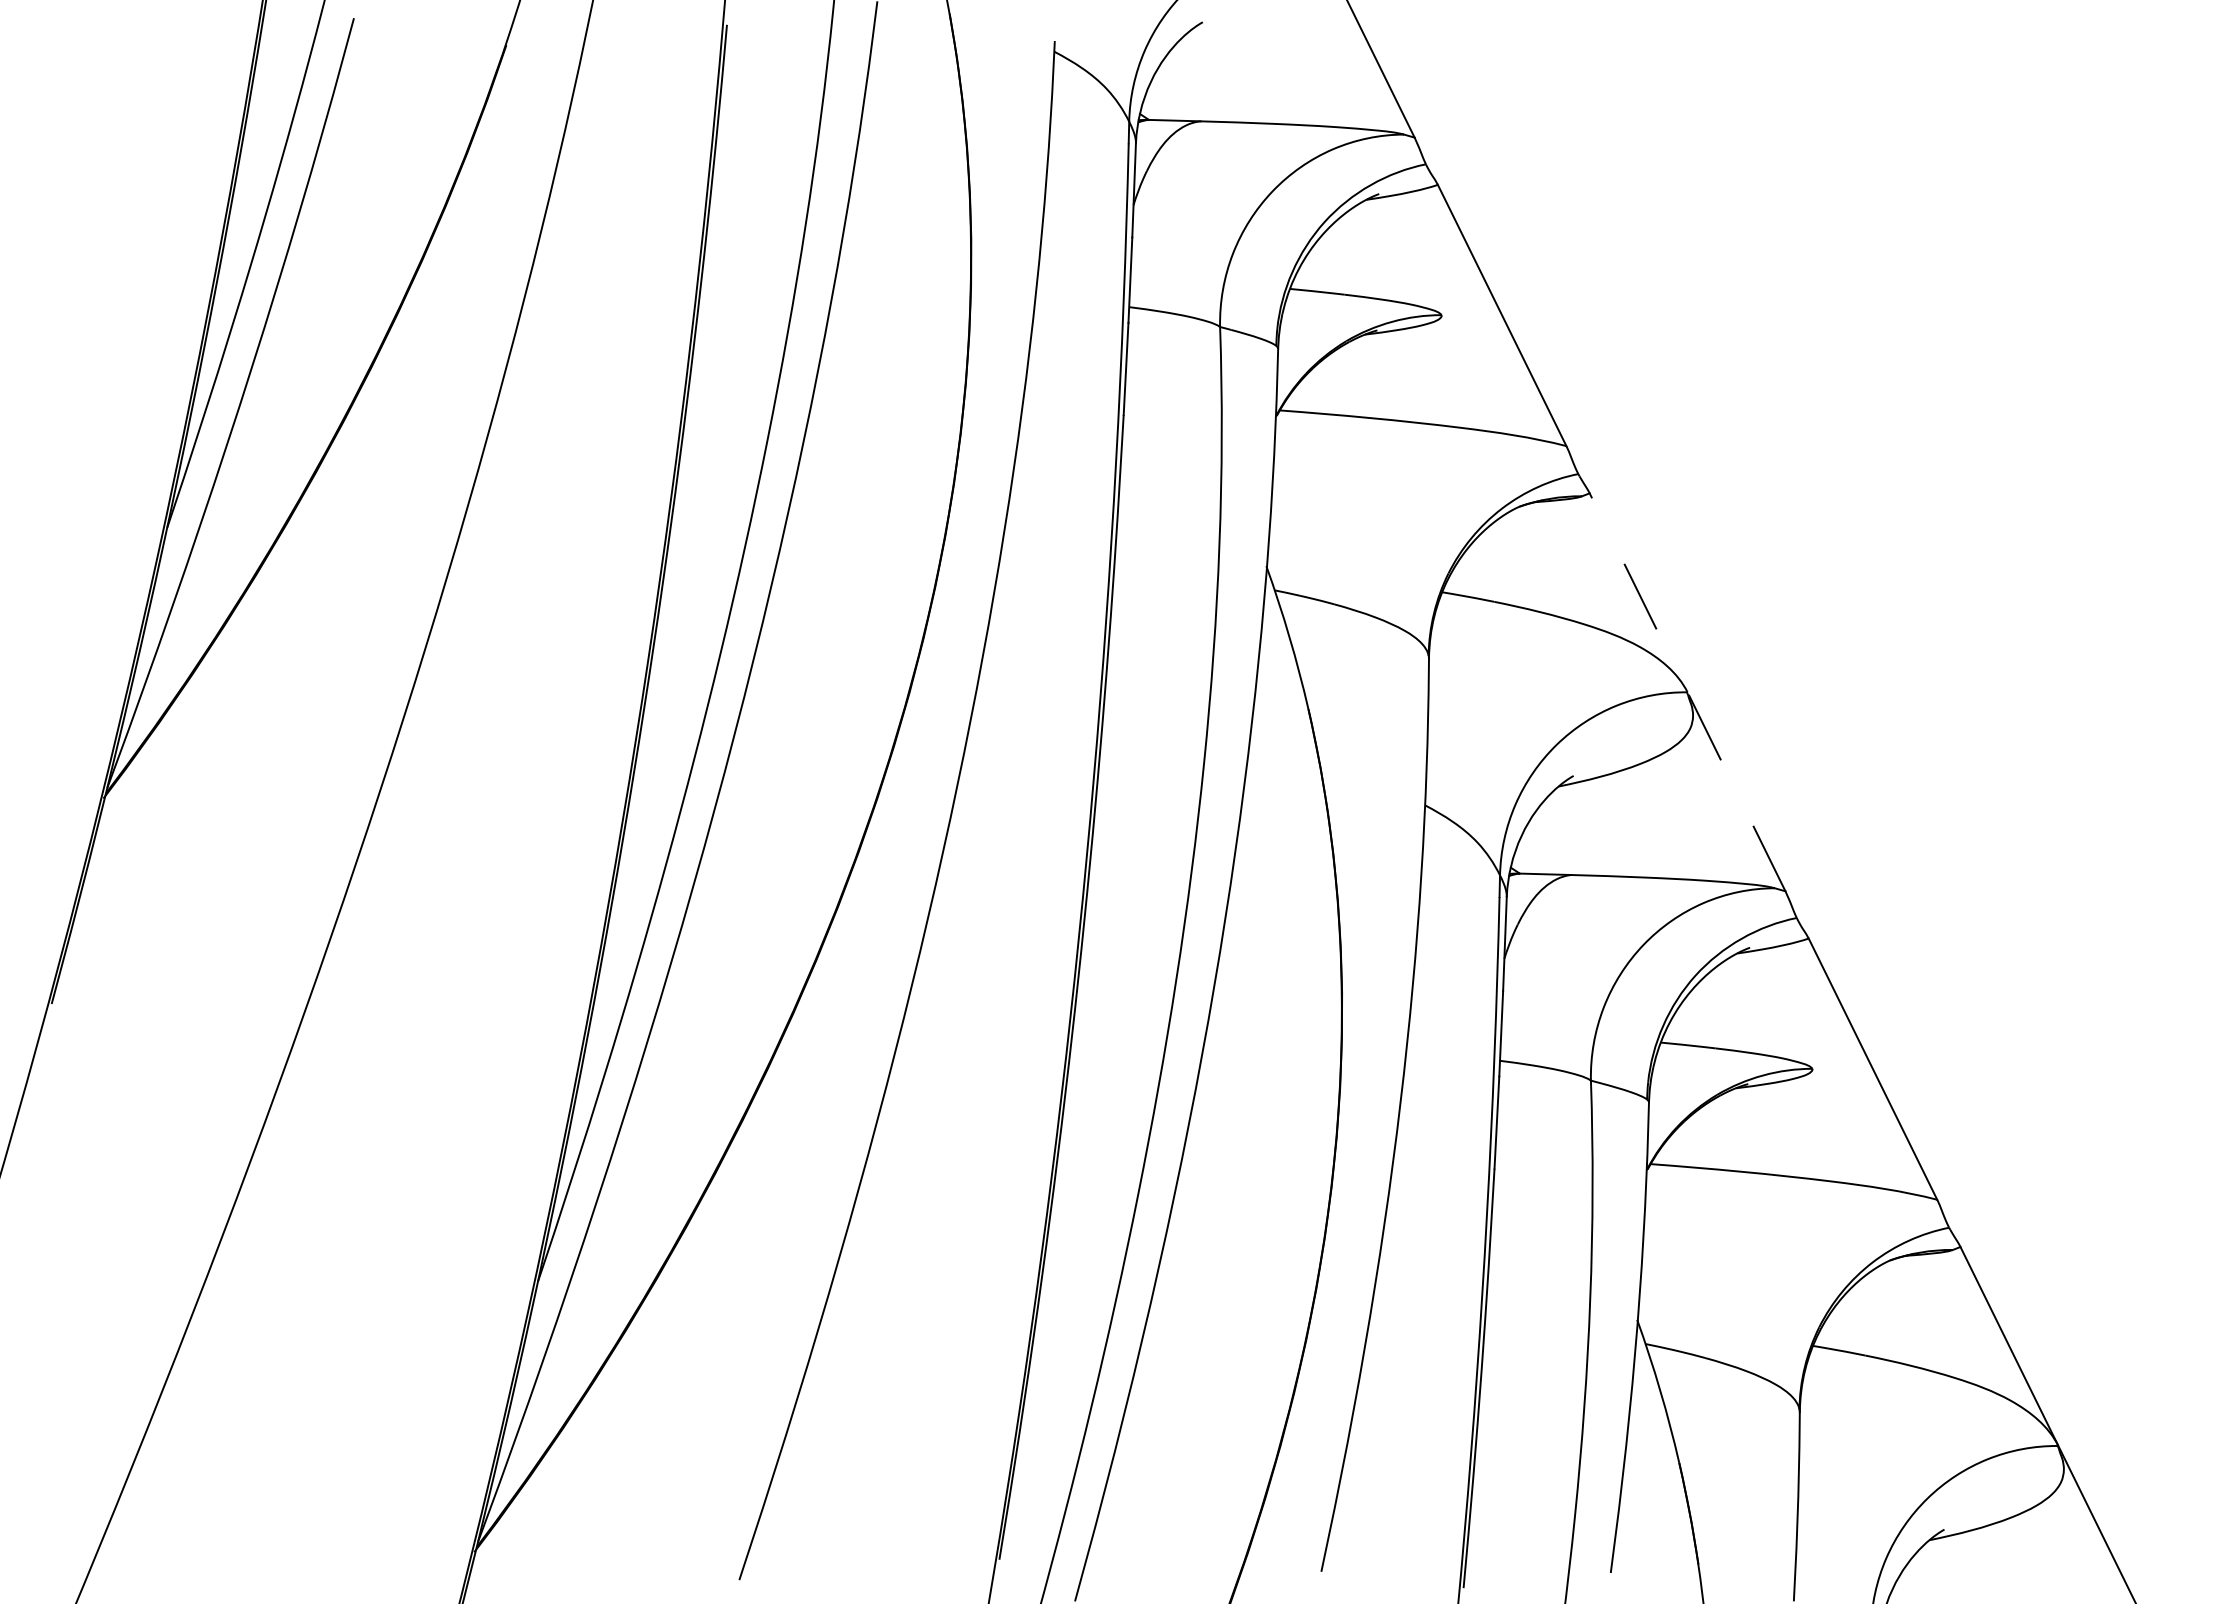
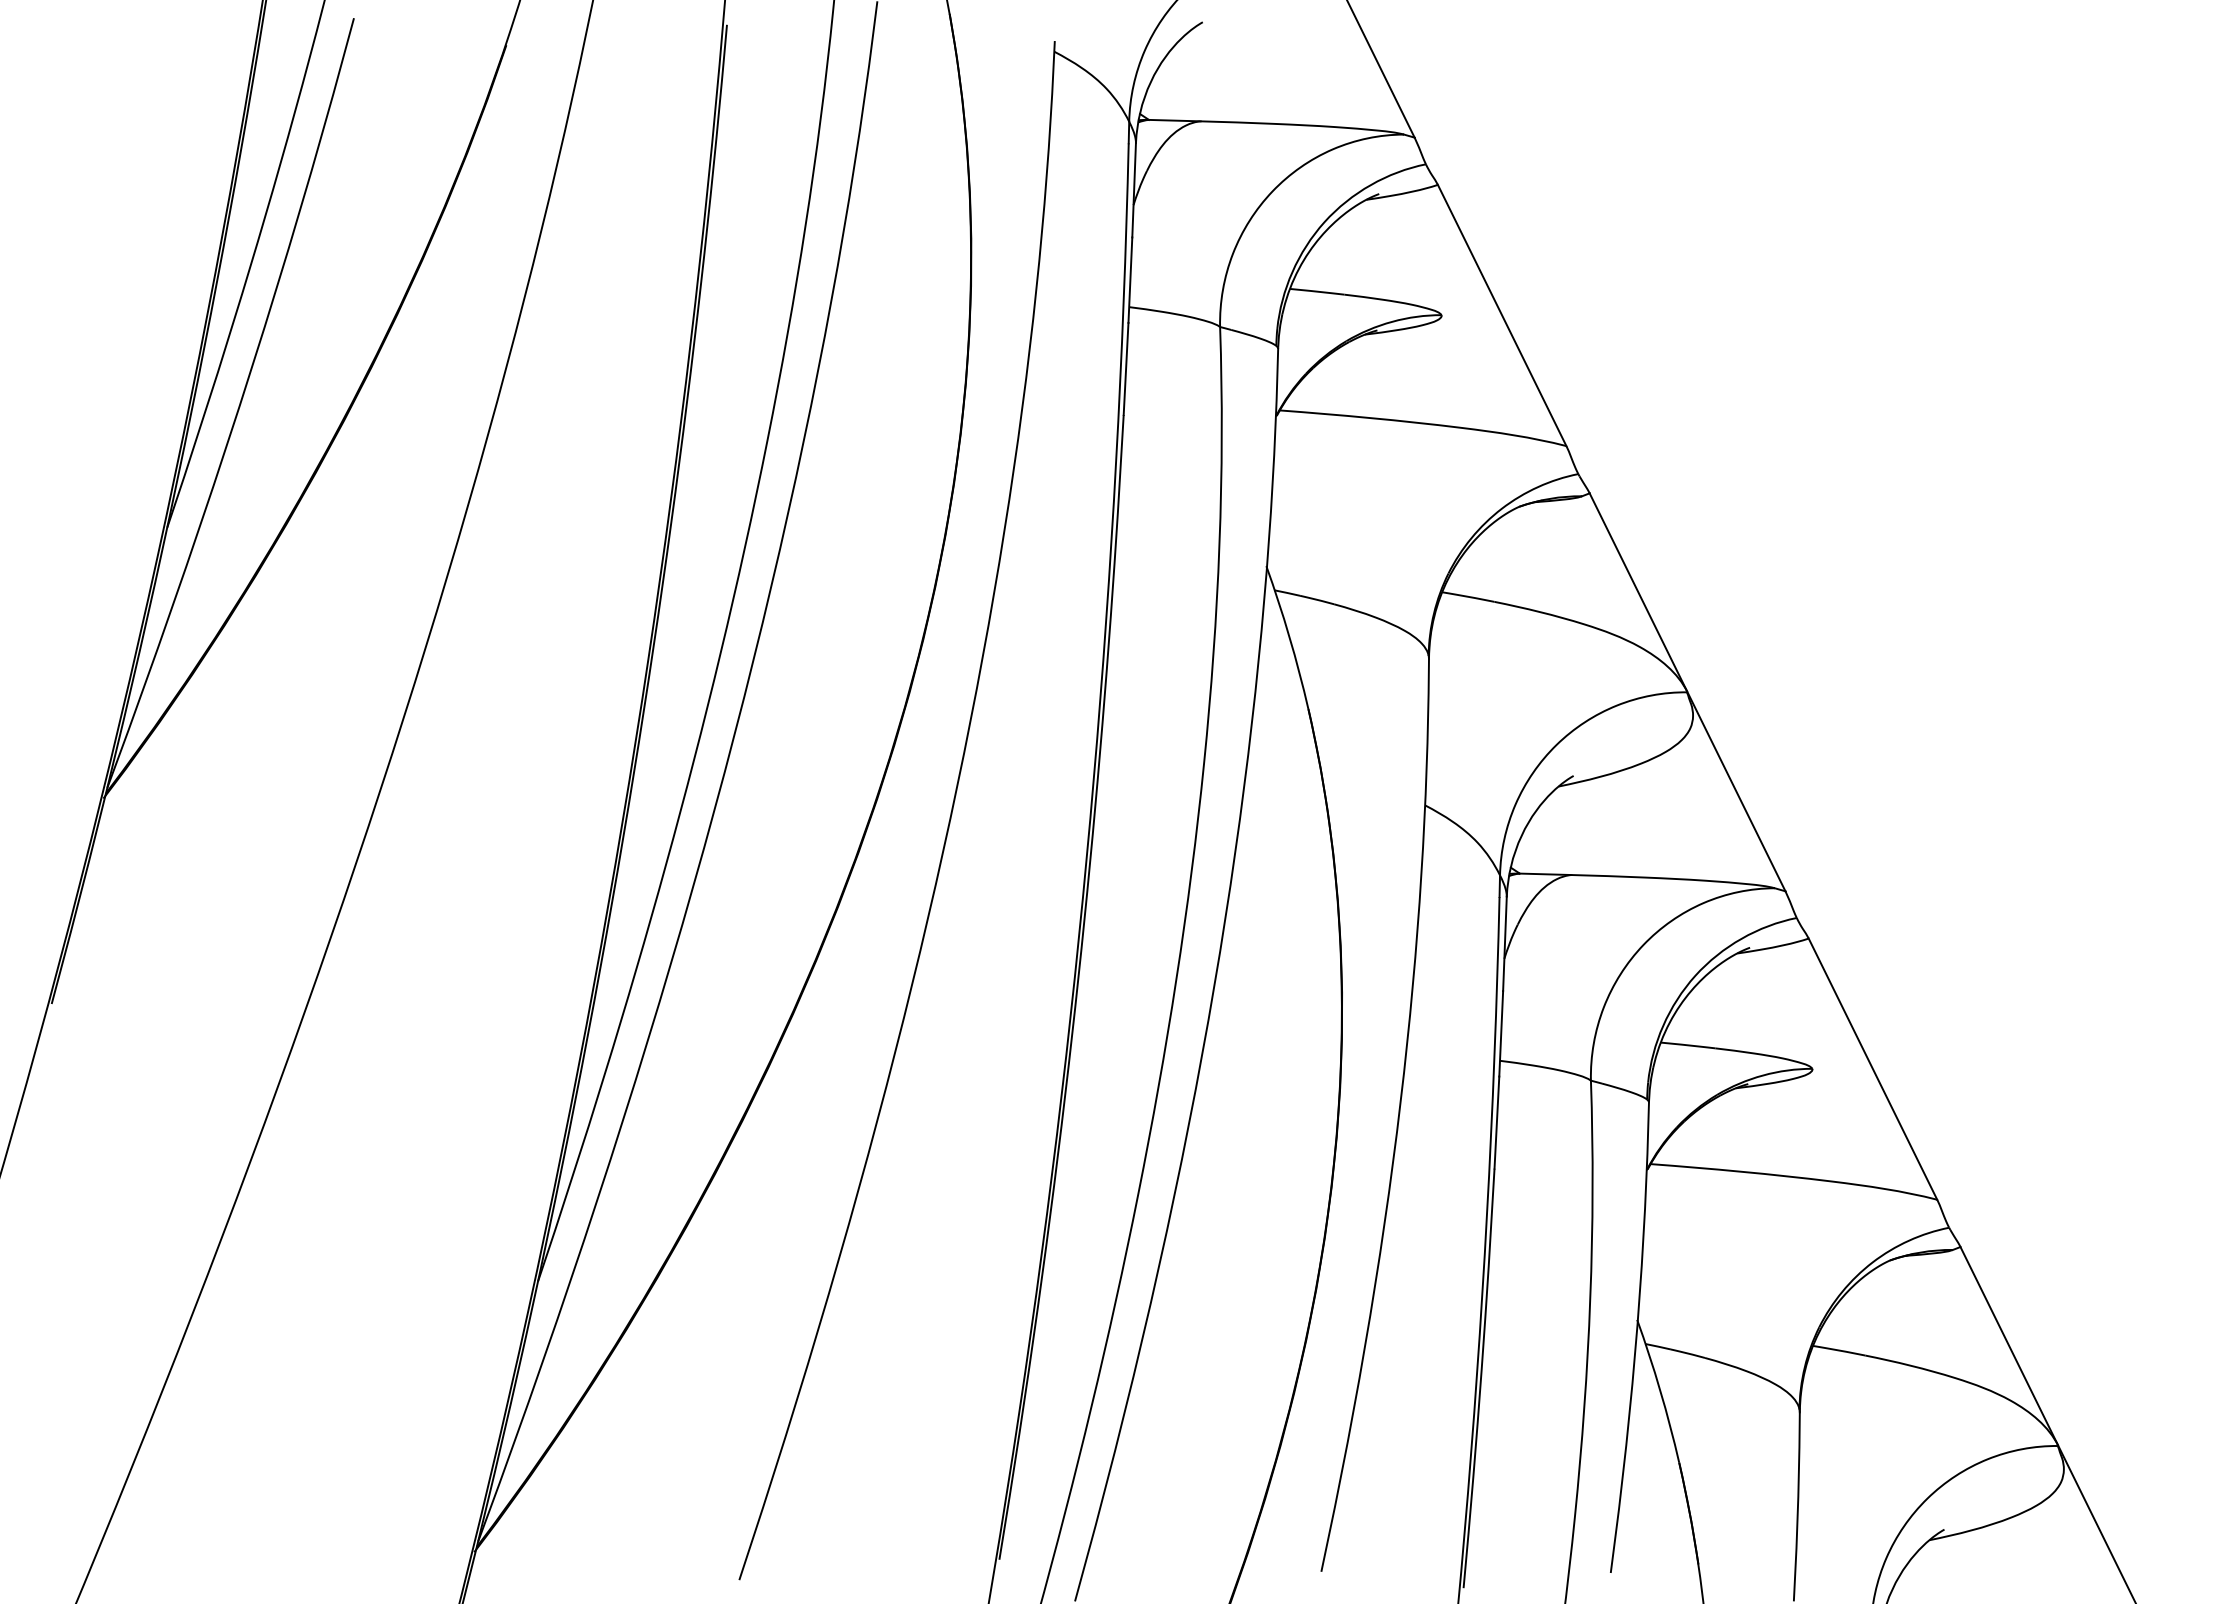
line at (1687, 692): dashed -> solid
